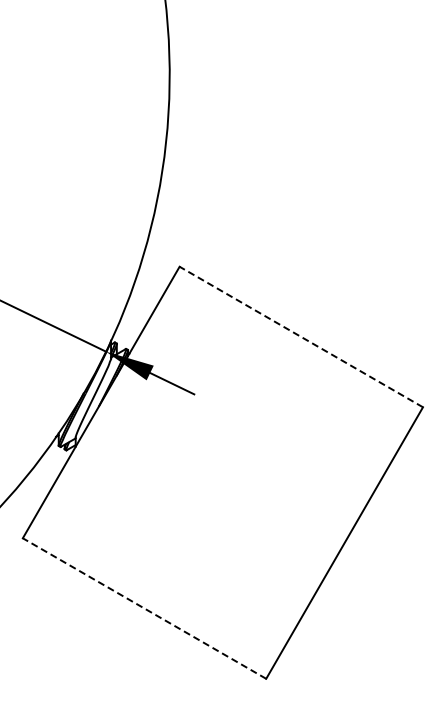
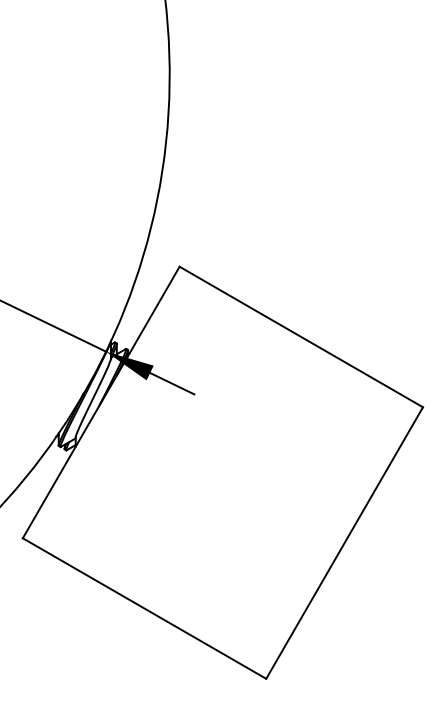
line at (301, 337): dashed -> solid
line at (144, 608): dashed -> solid
